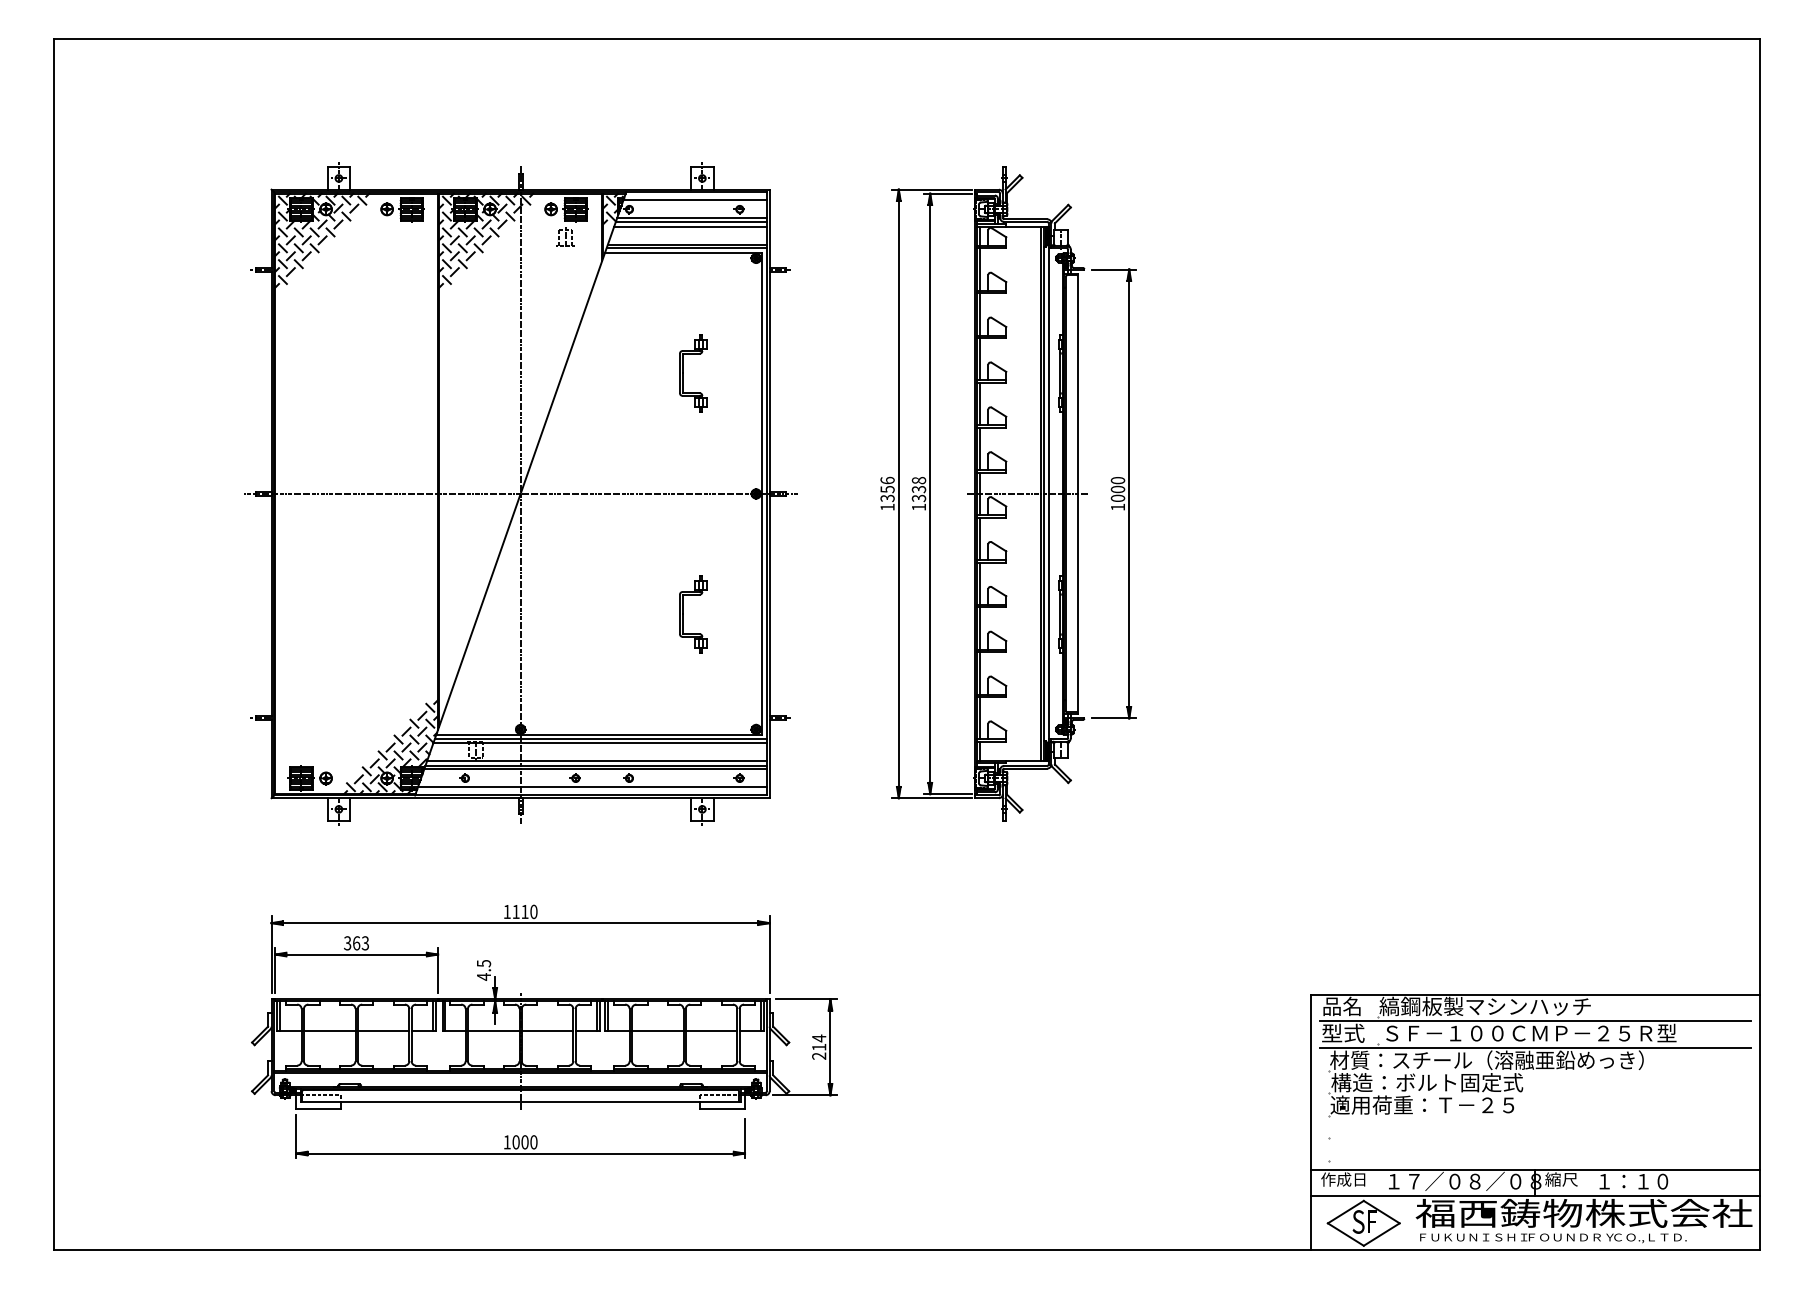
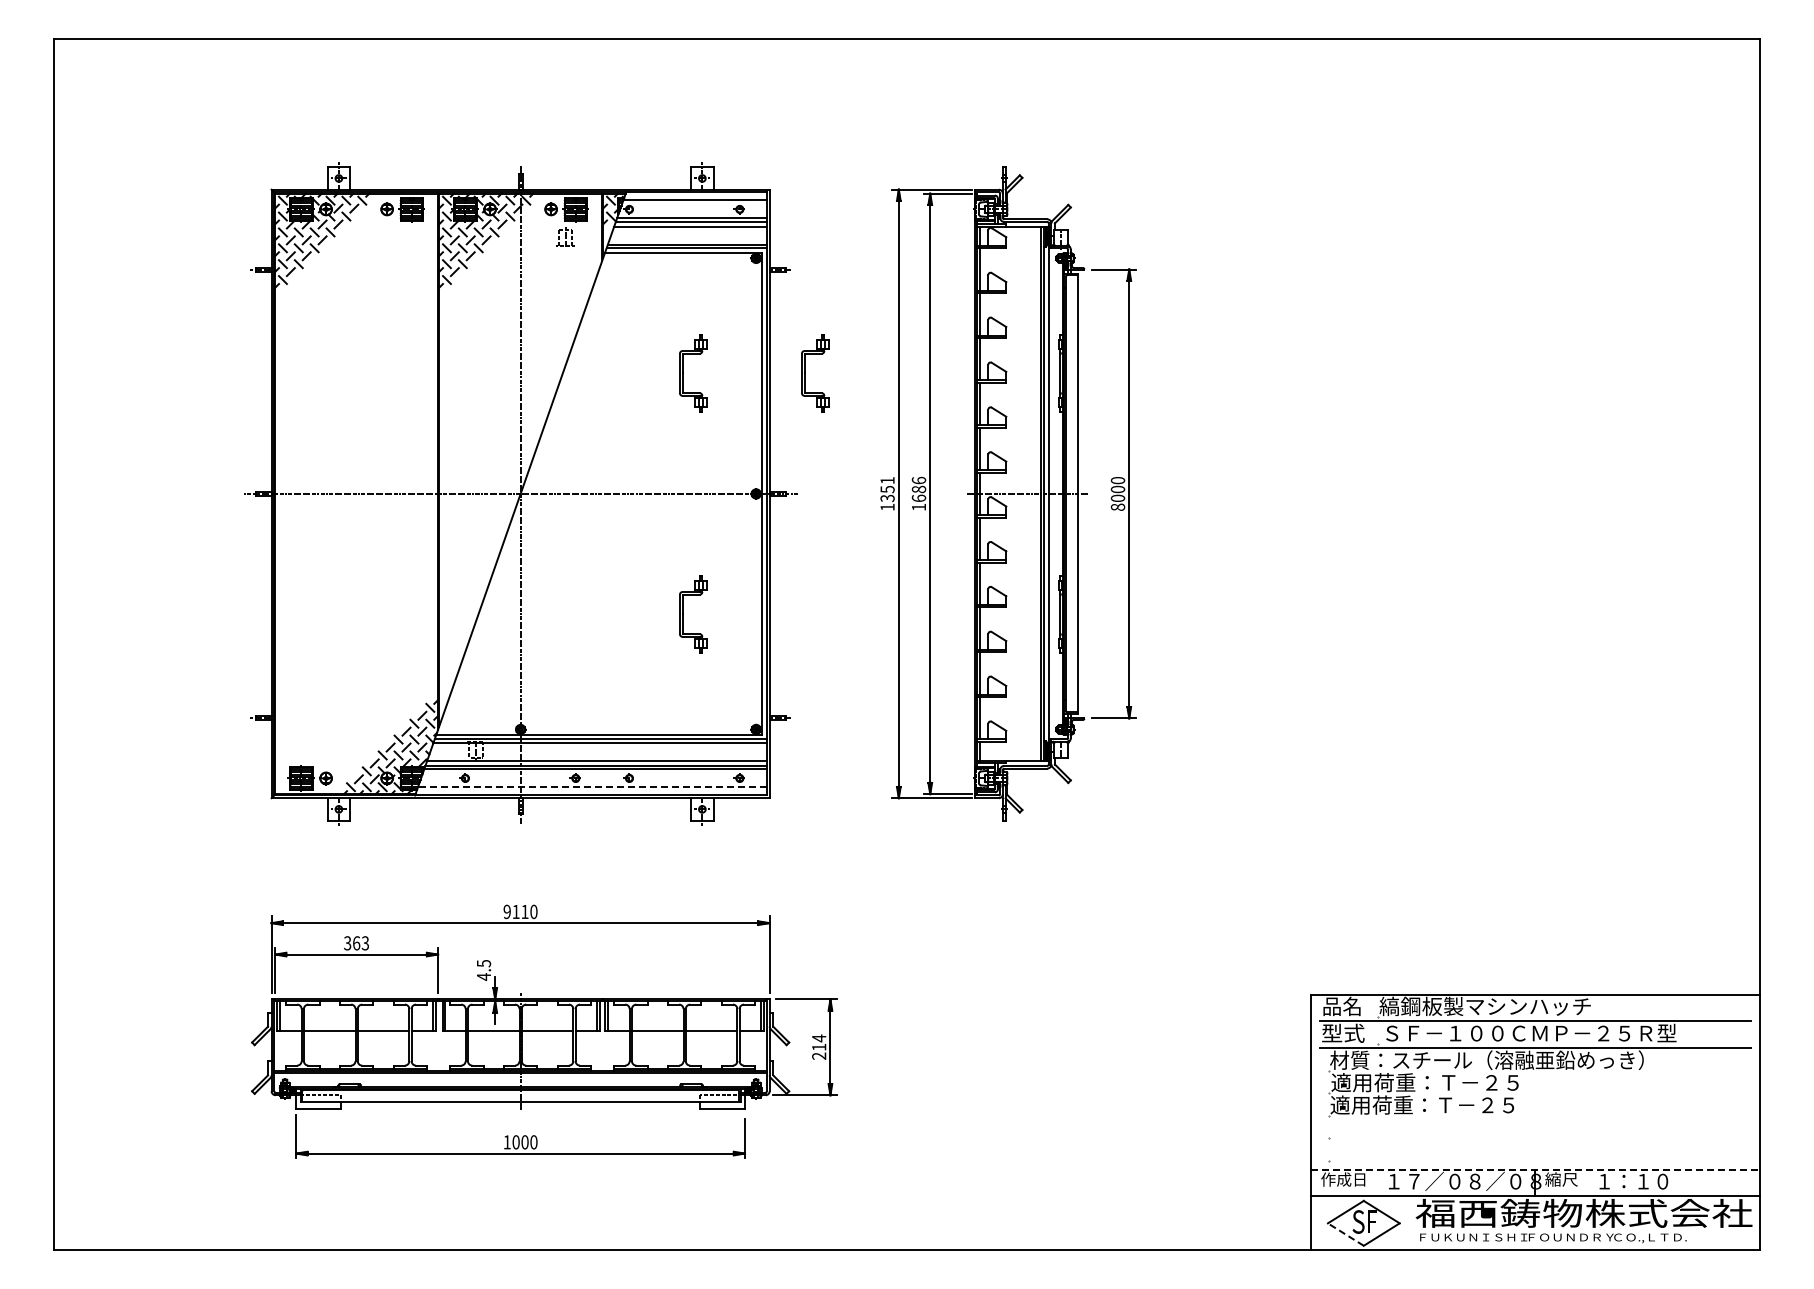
part at (805, 373): none -> present
text at (887, 480): 1356 -> 1351
text at (918, 489): 1338 -> 1686
text at (1117, 506): 1000 -> 8000
line at (592, 787): solid -> dashed
text at (506, 911): 1110 -> 9110
text at (1427, 1082): 構造：ボルト固定式 -> 適用荷重：Ｔ－２５
line at (1535, 1169): solid -> dashed
line at (1345, 1234): solid -> dashed
